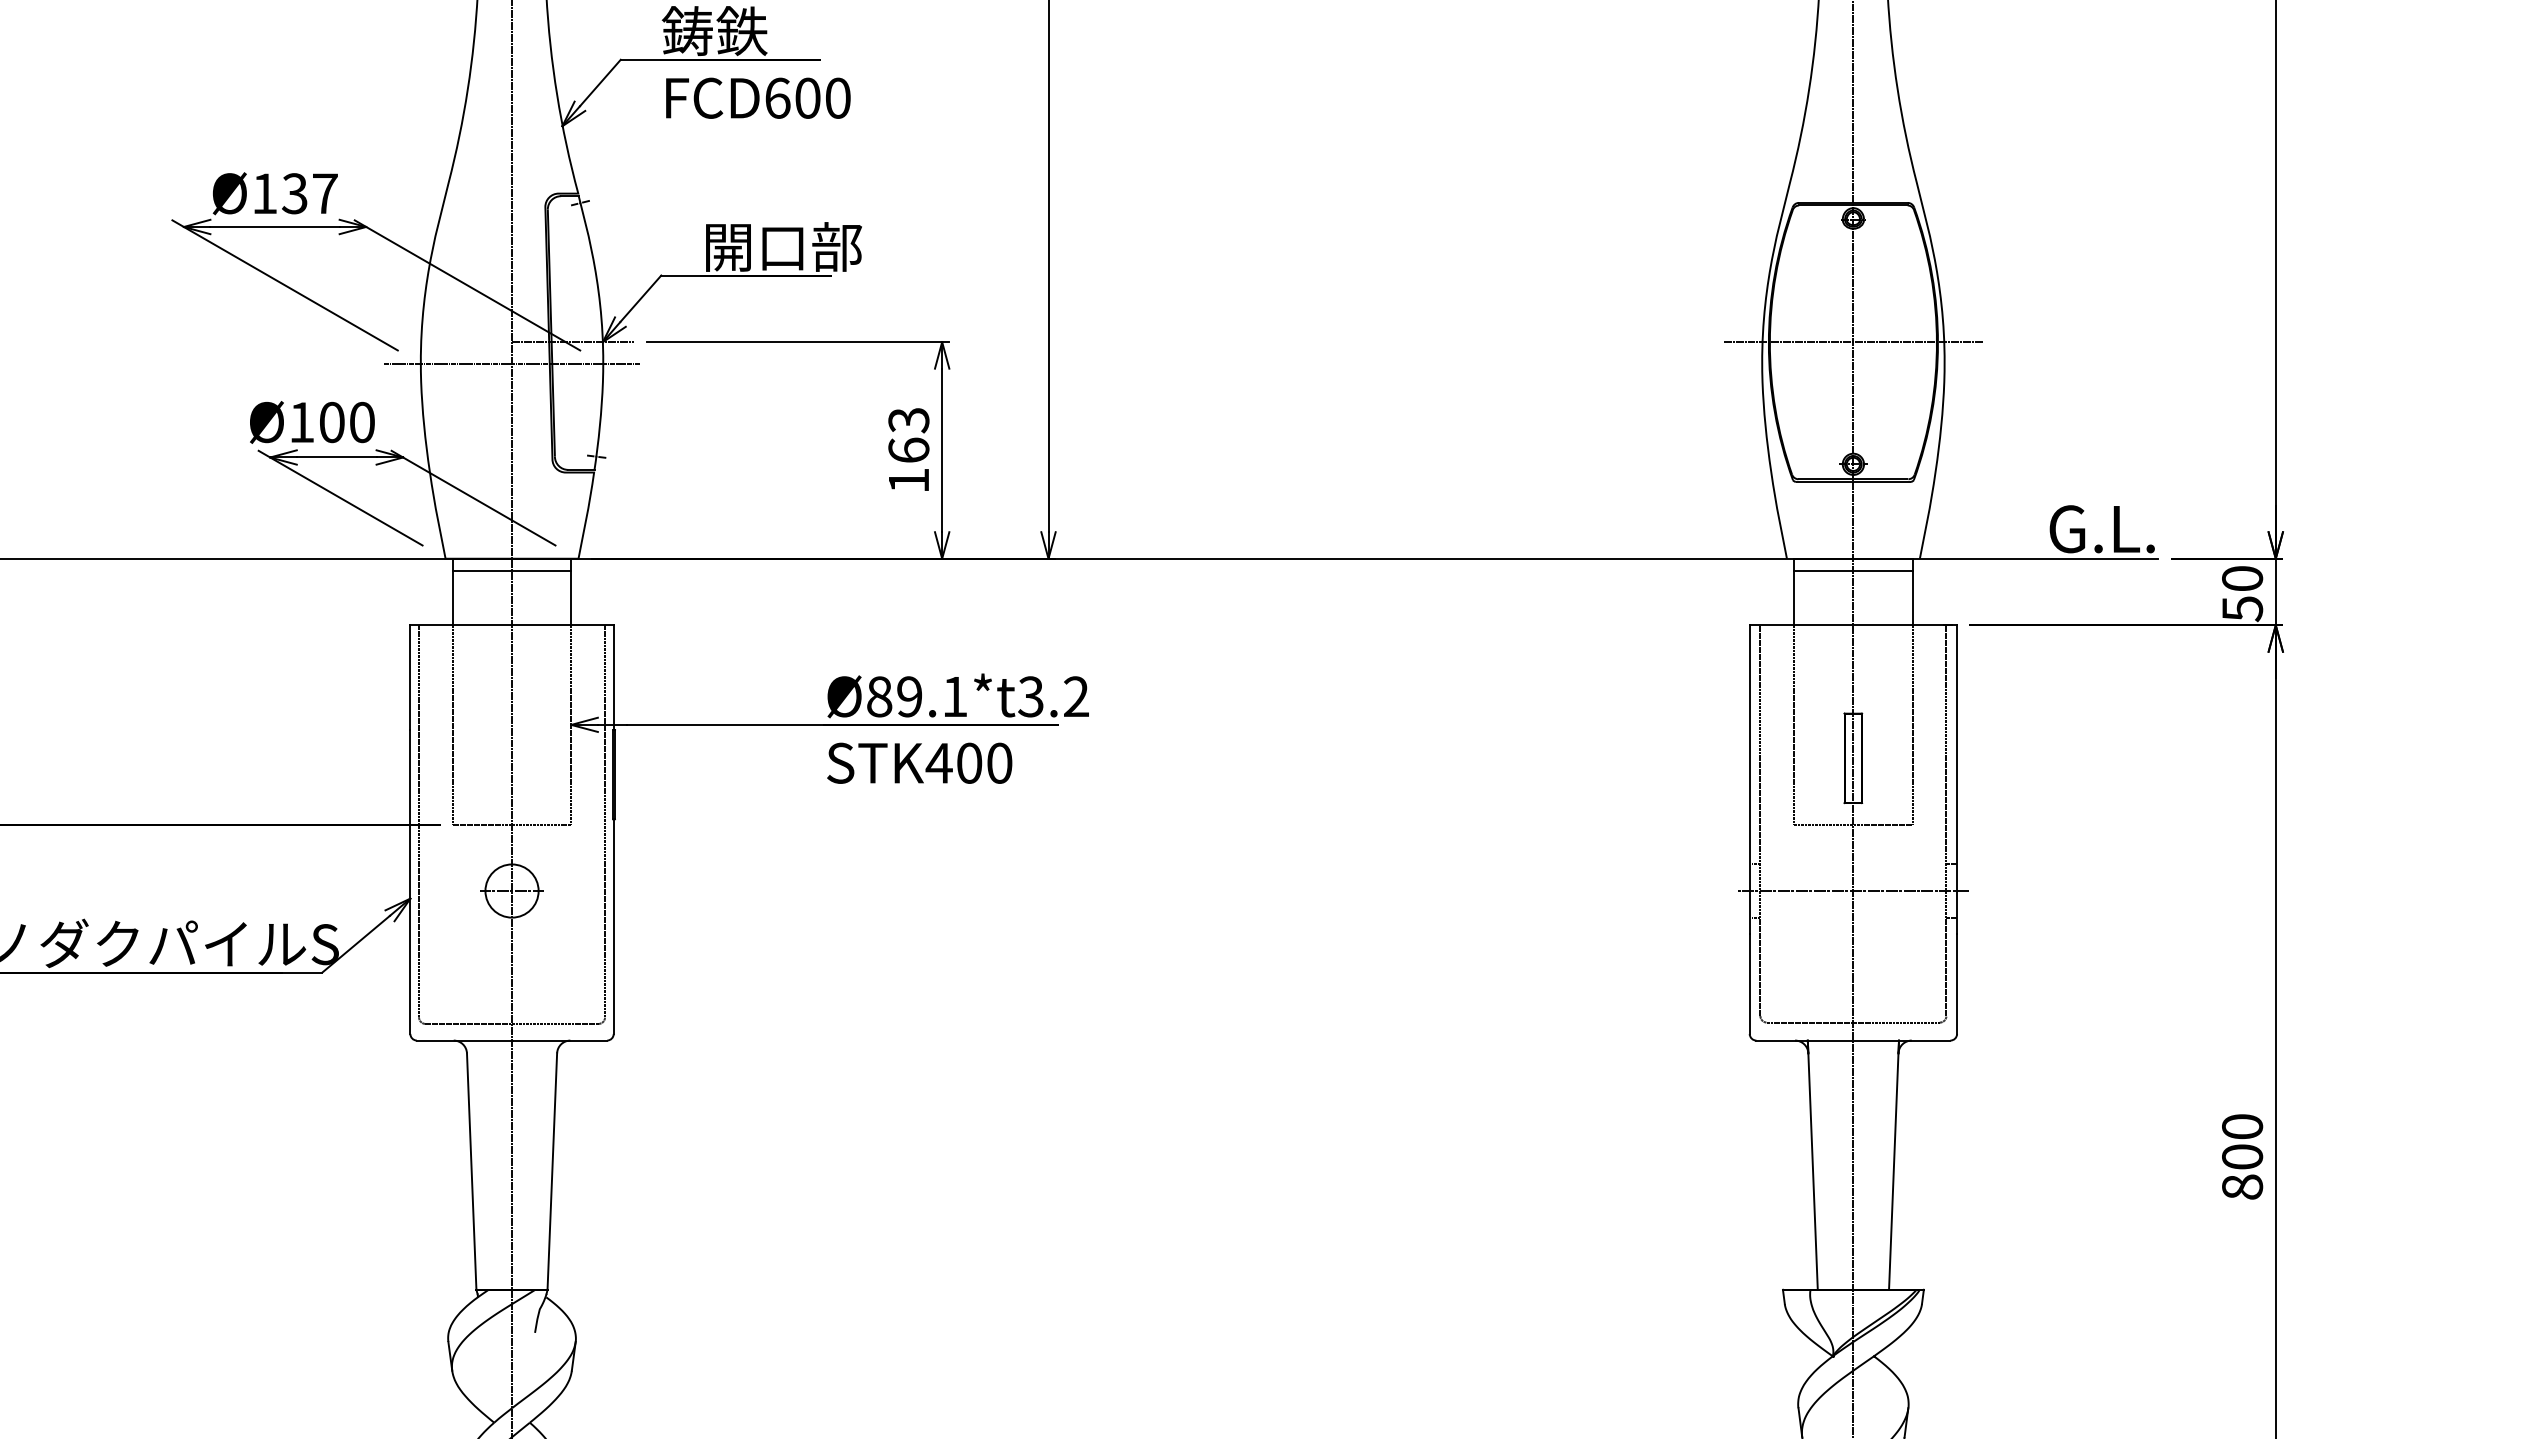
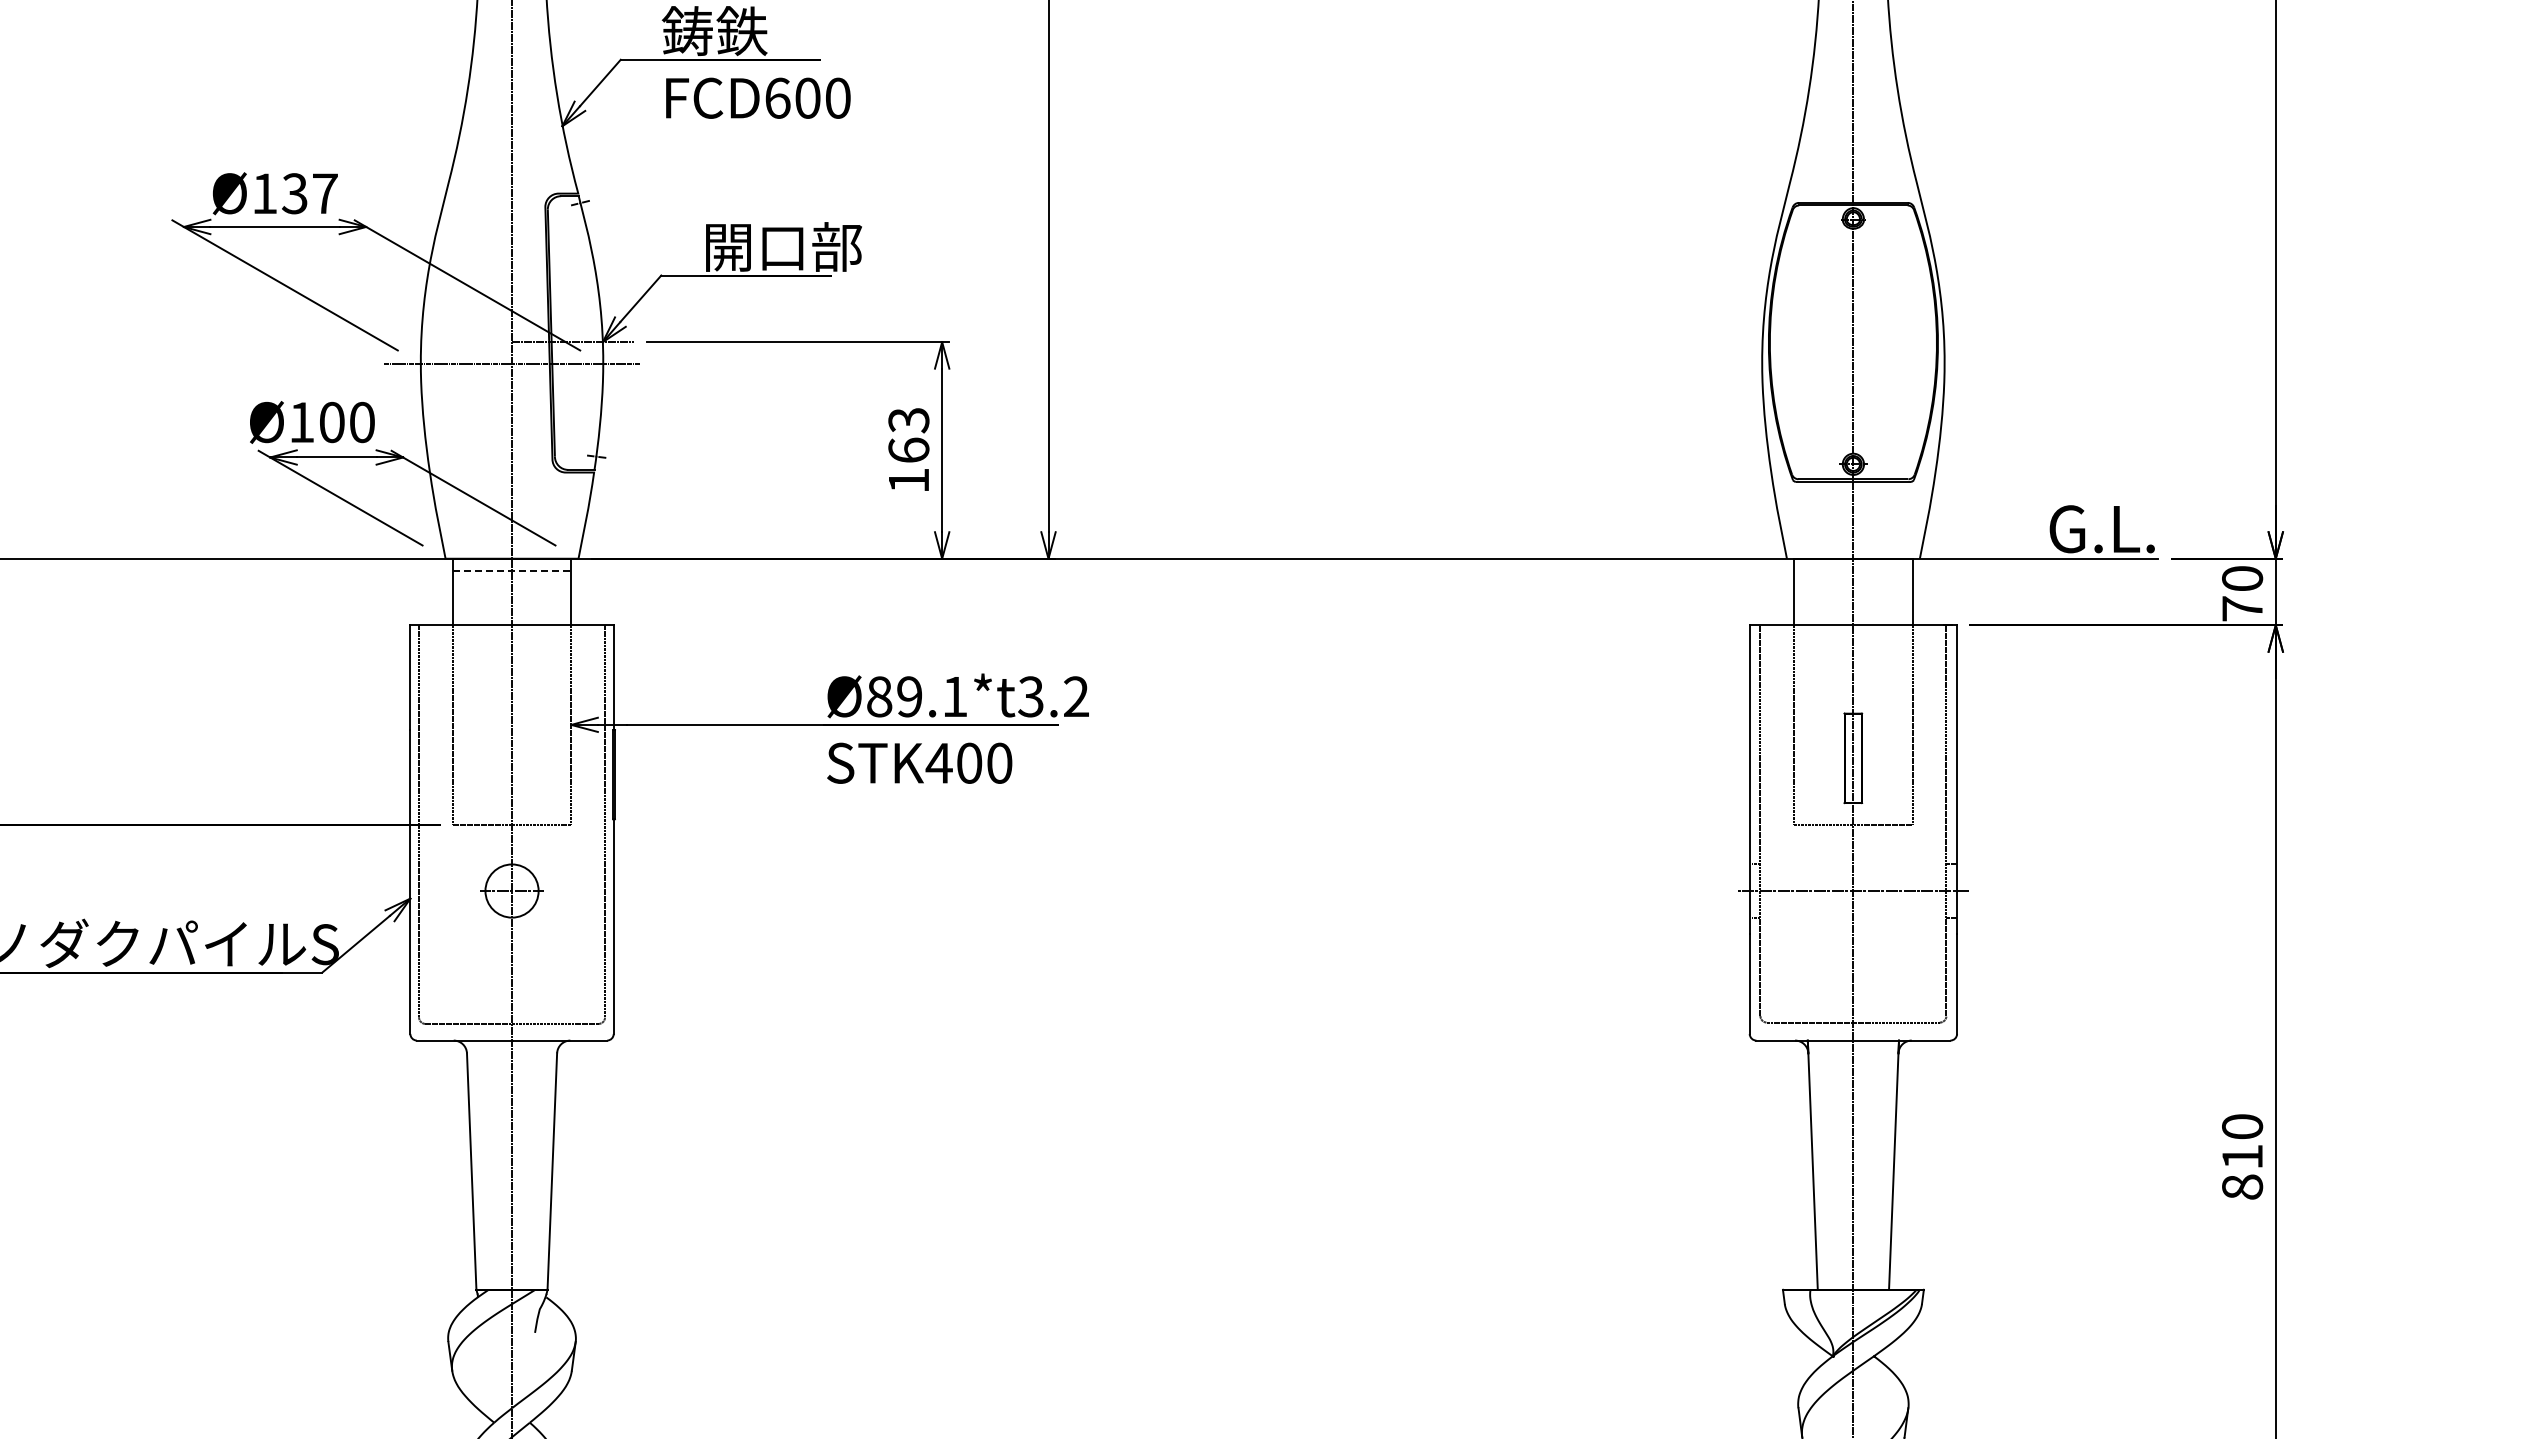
line at (1853, 342): present -> none
line at (512, 570): solid -> dashed
line at (1853, 570): present -> none
text at (2242, 609): 50 -> 70
text at (2242, 1156): 800 -> 810
